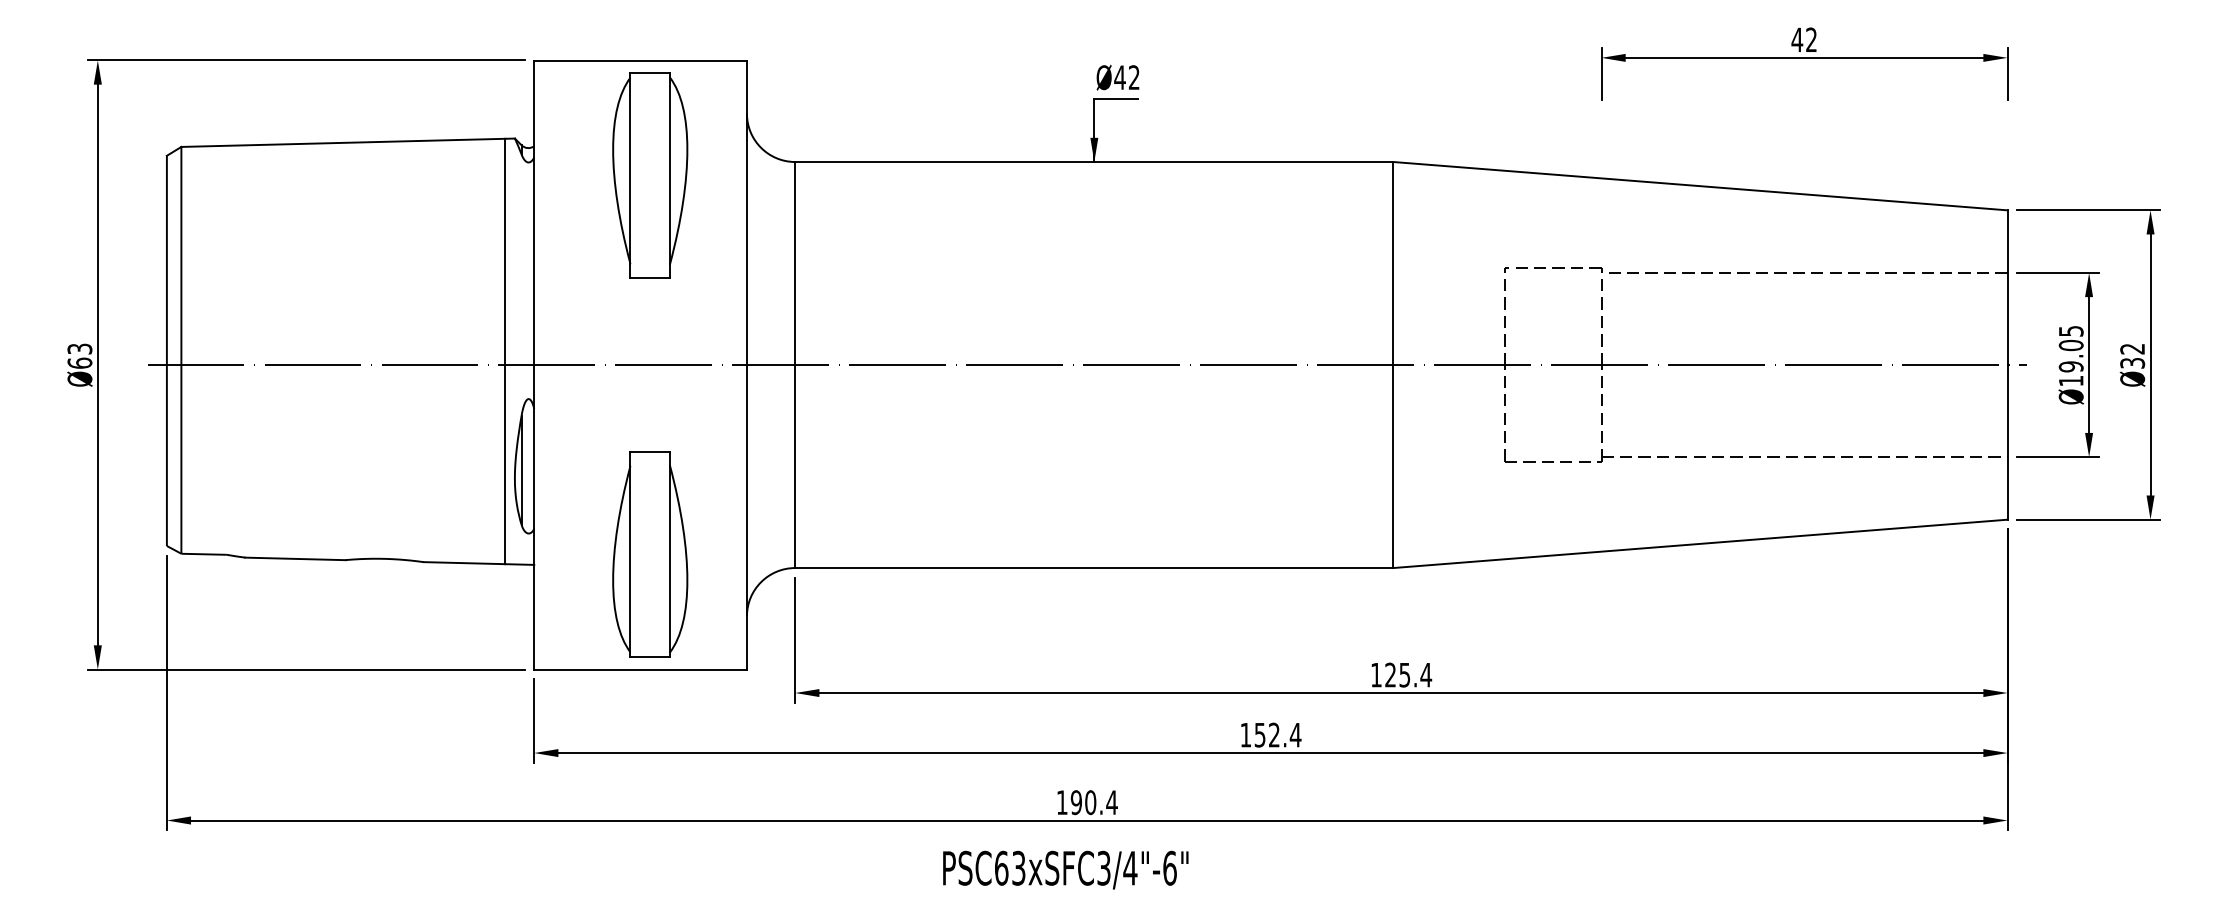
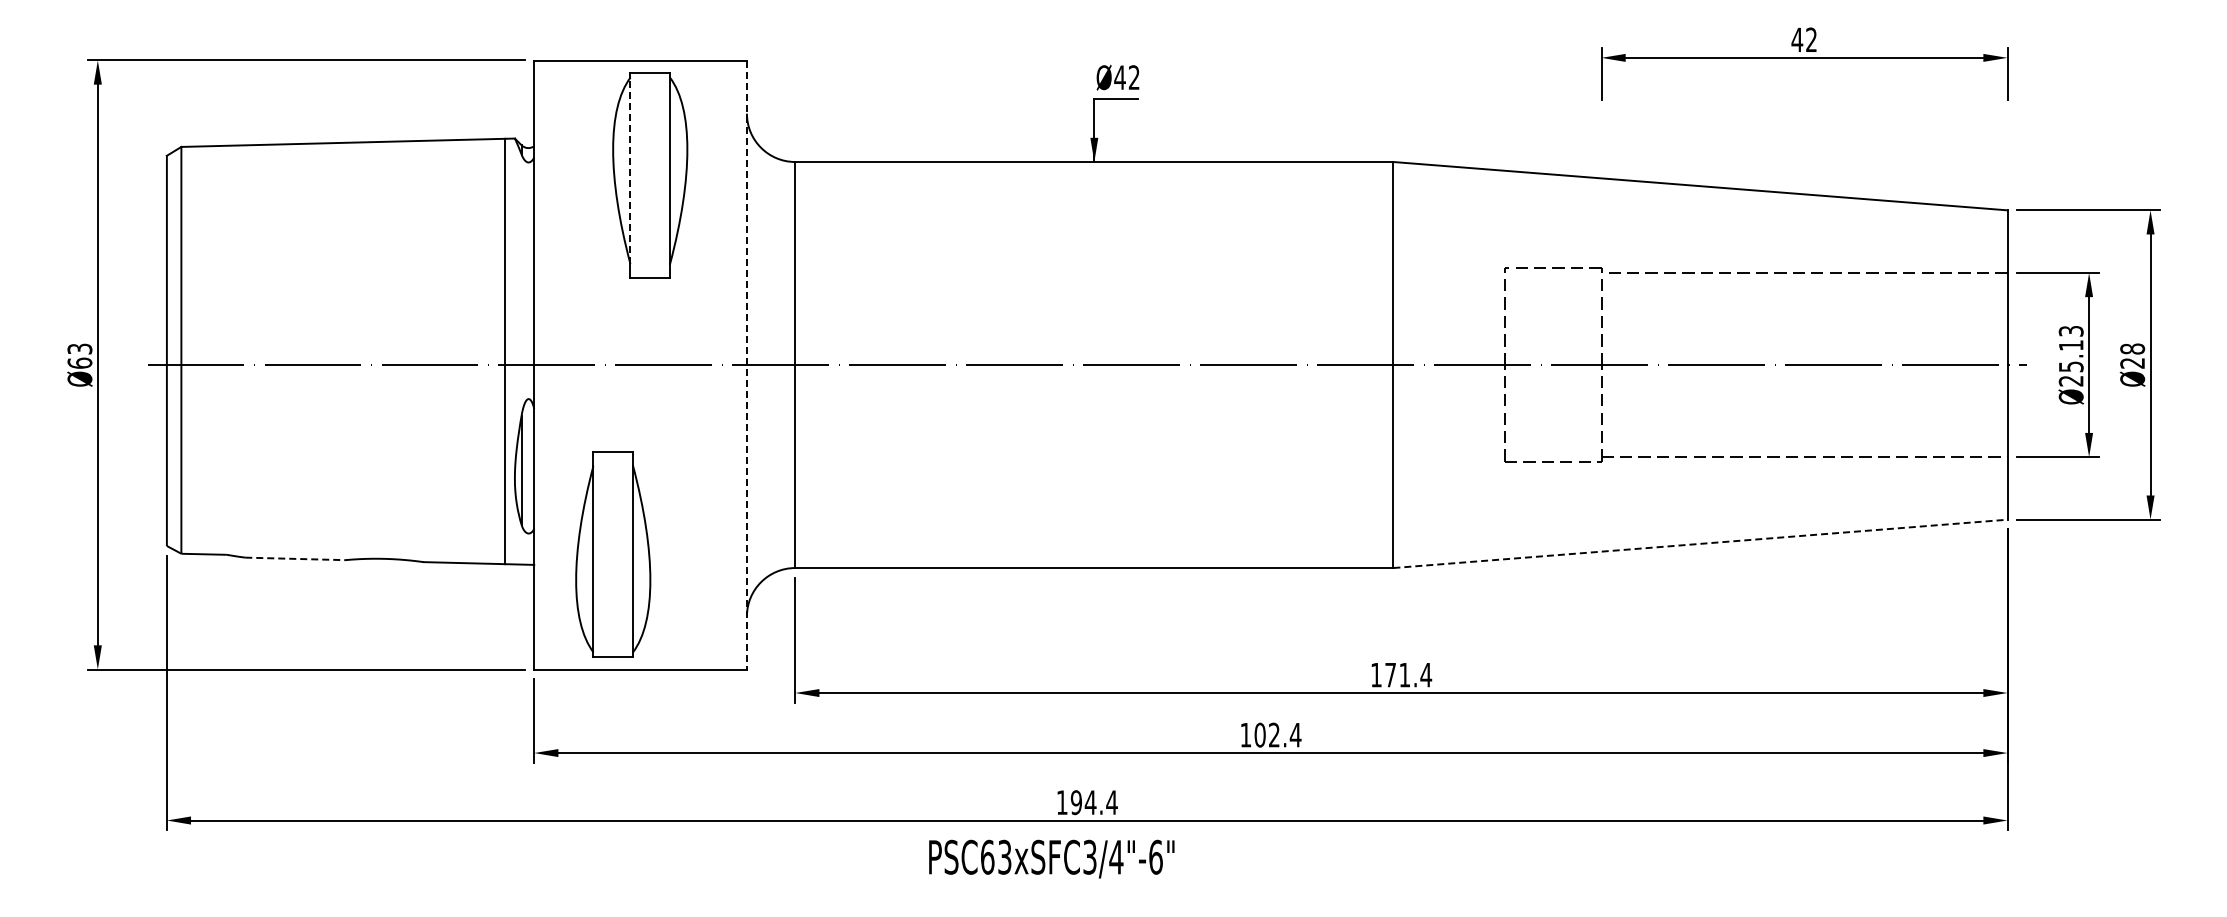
line at (630, 170): solid -> dashed
text at (2132, 355): Ø32 -> Ø28
text at (2070, 356): Ø19.05 -> Ø25.13
line at (746, 365): solid -> dashed
line at (1700, 543): solid -> dashed
part at (650, 554) position: (650, 554) -> (613, 554)
line at (296, 558): solid -> dashed
text at (1397, 674): 125.4 -> 171.4
text at (1259, 734): 152.4 -> 102.4
text at (1090, 802): 190.4 -> 194.4
text at (1065, 869) position: (1065, 869) -> (1051, 858)
